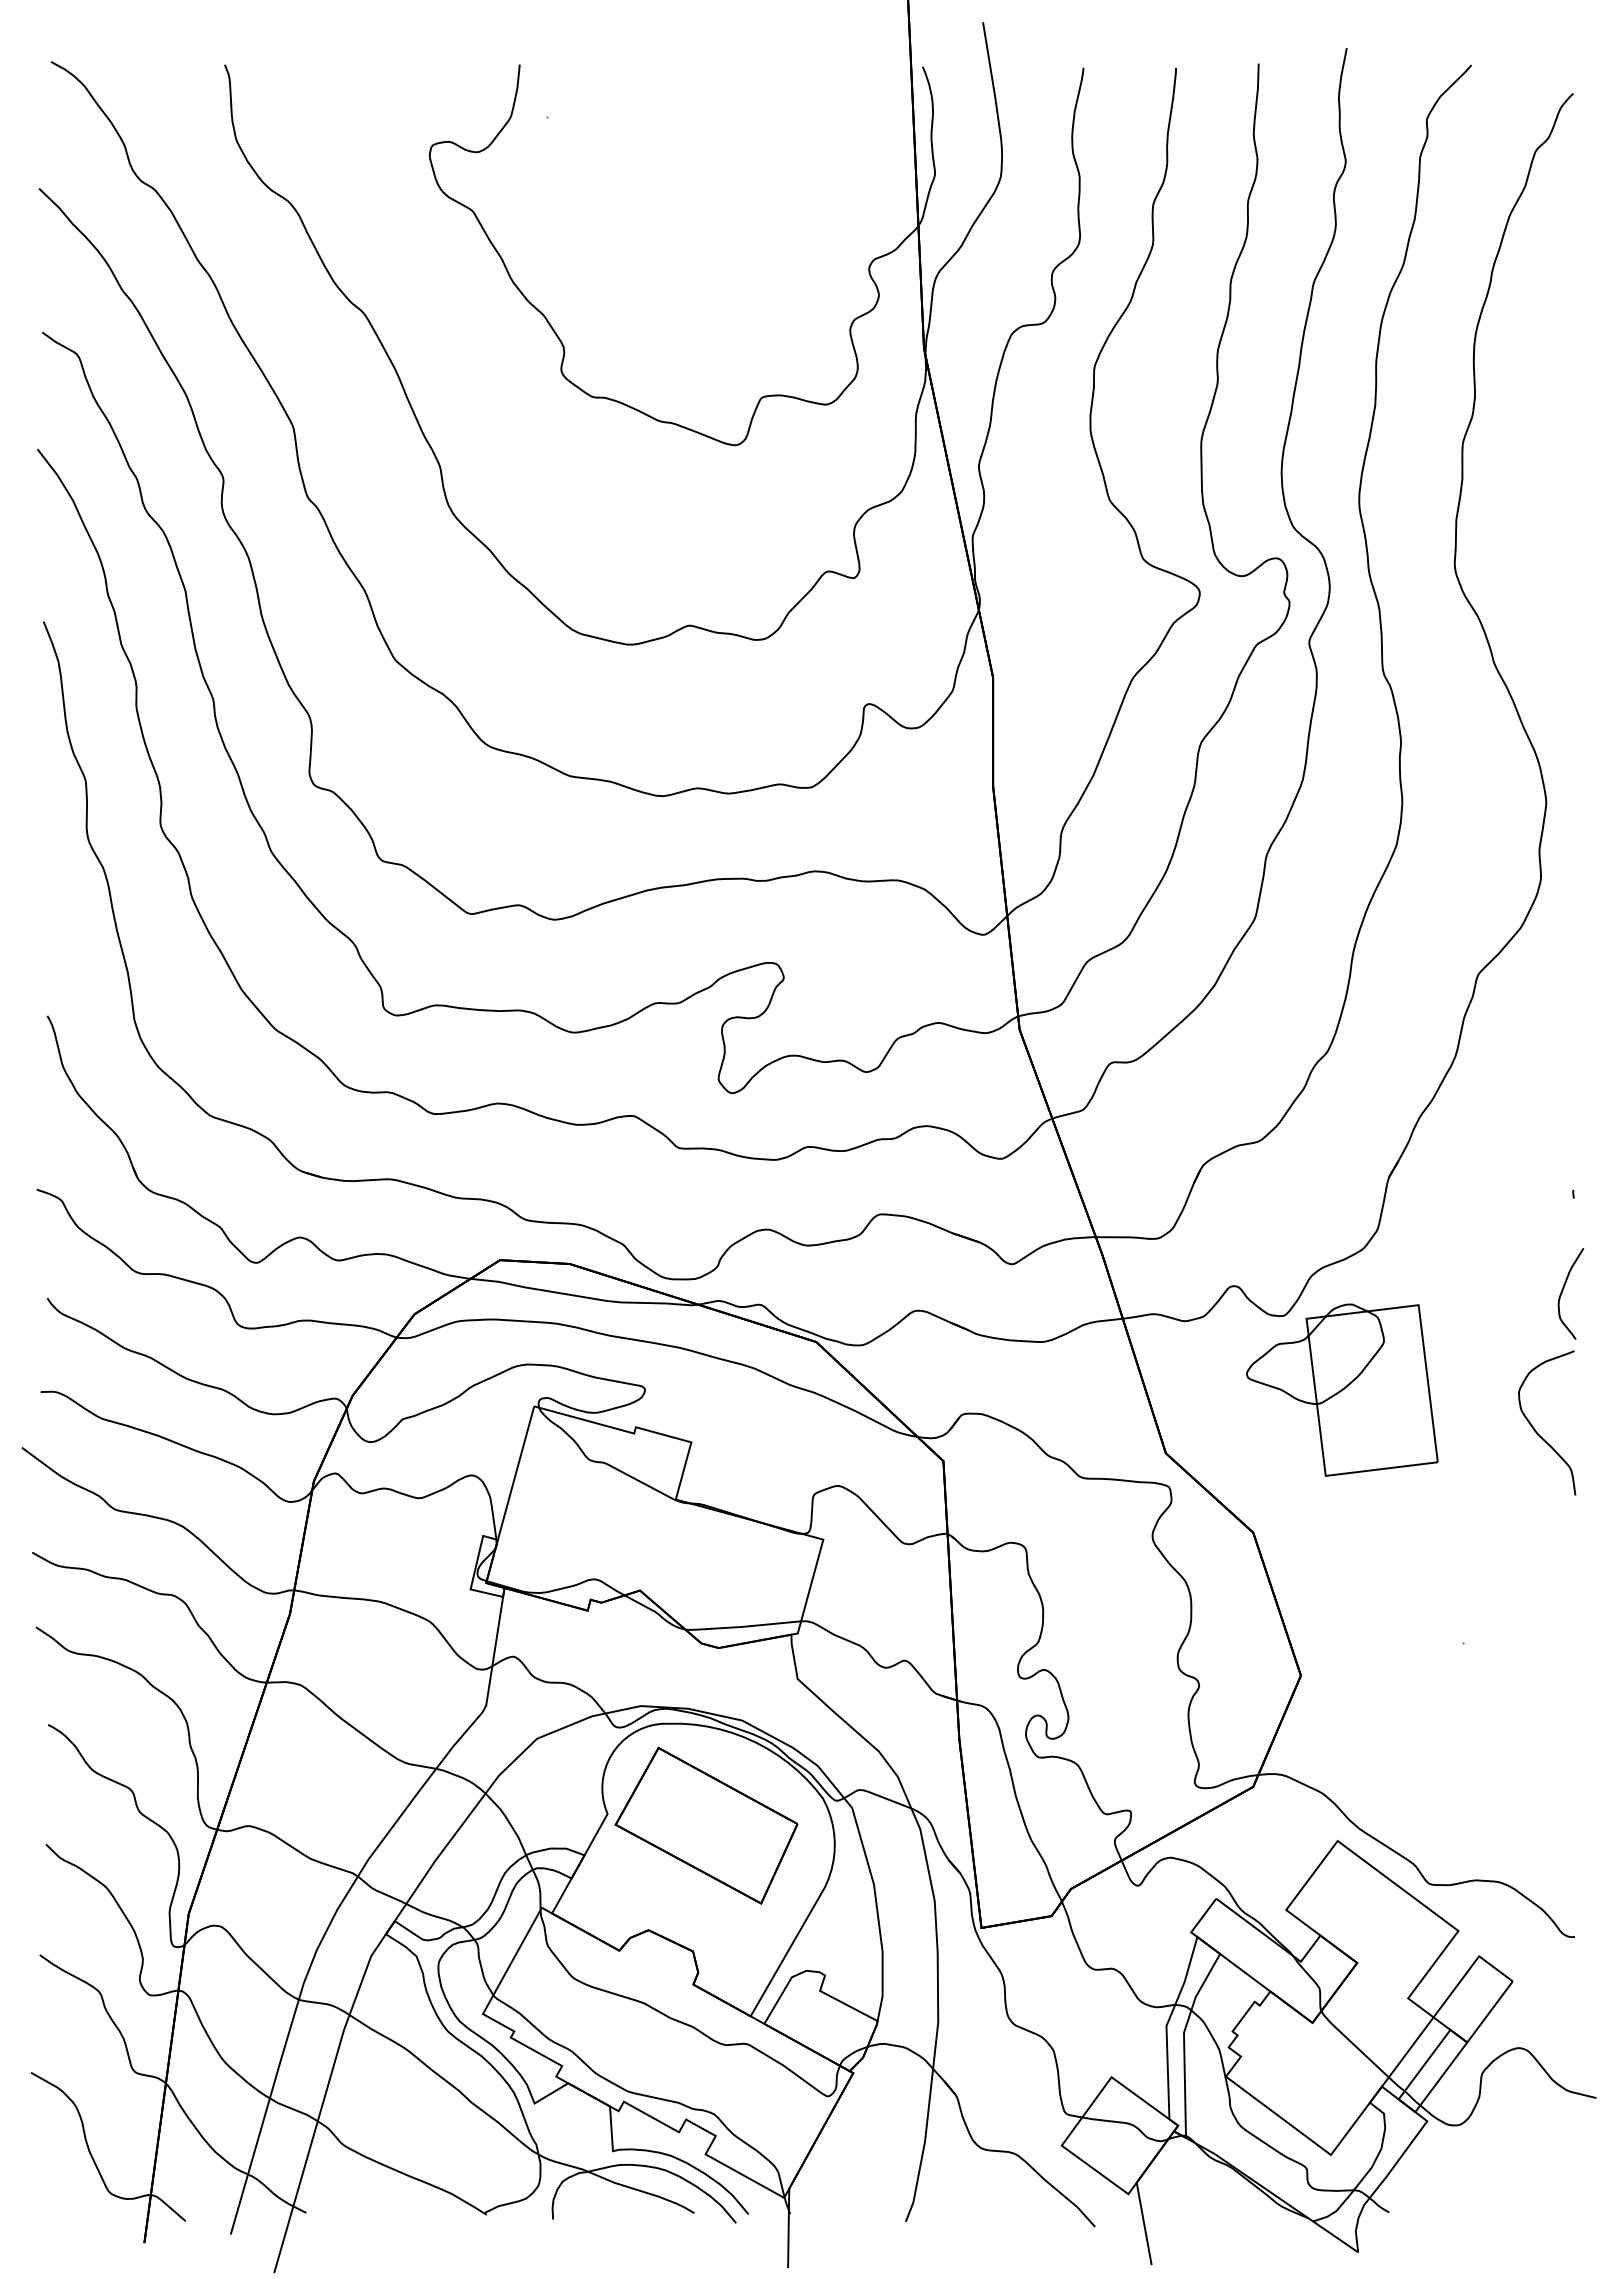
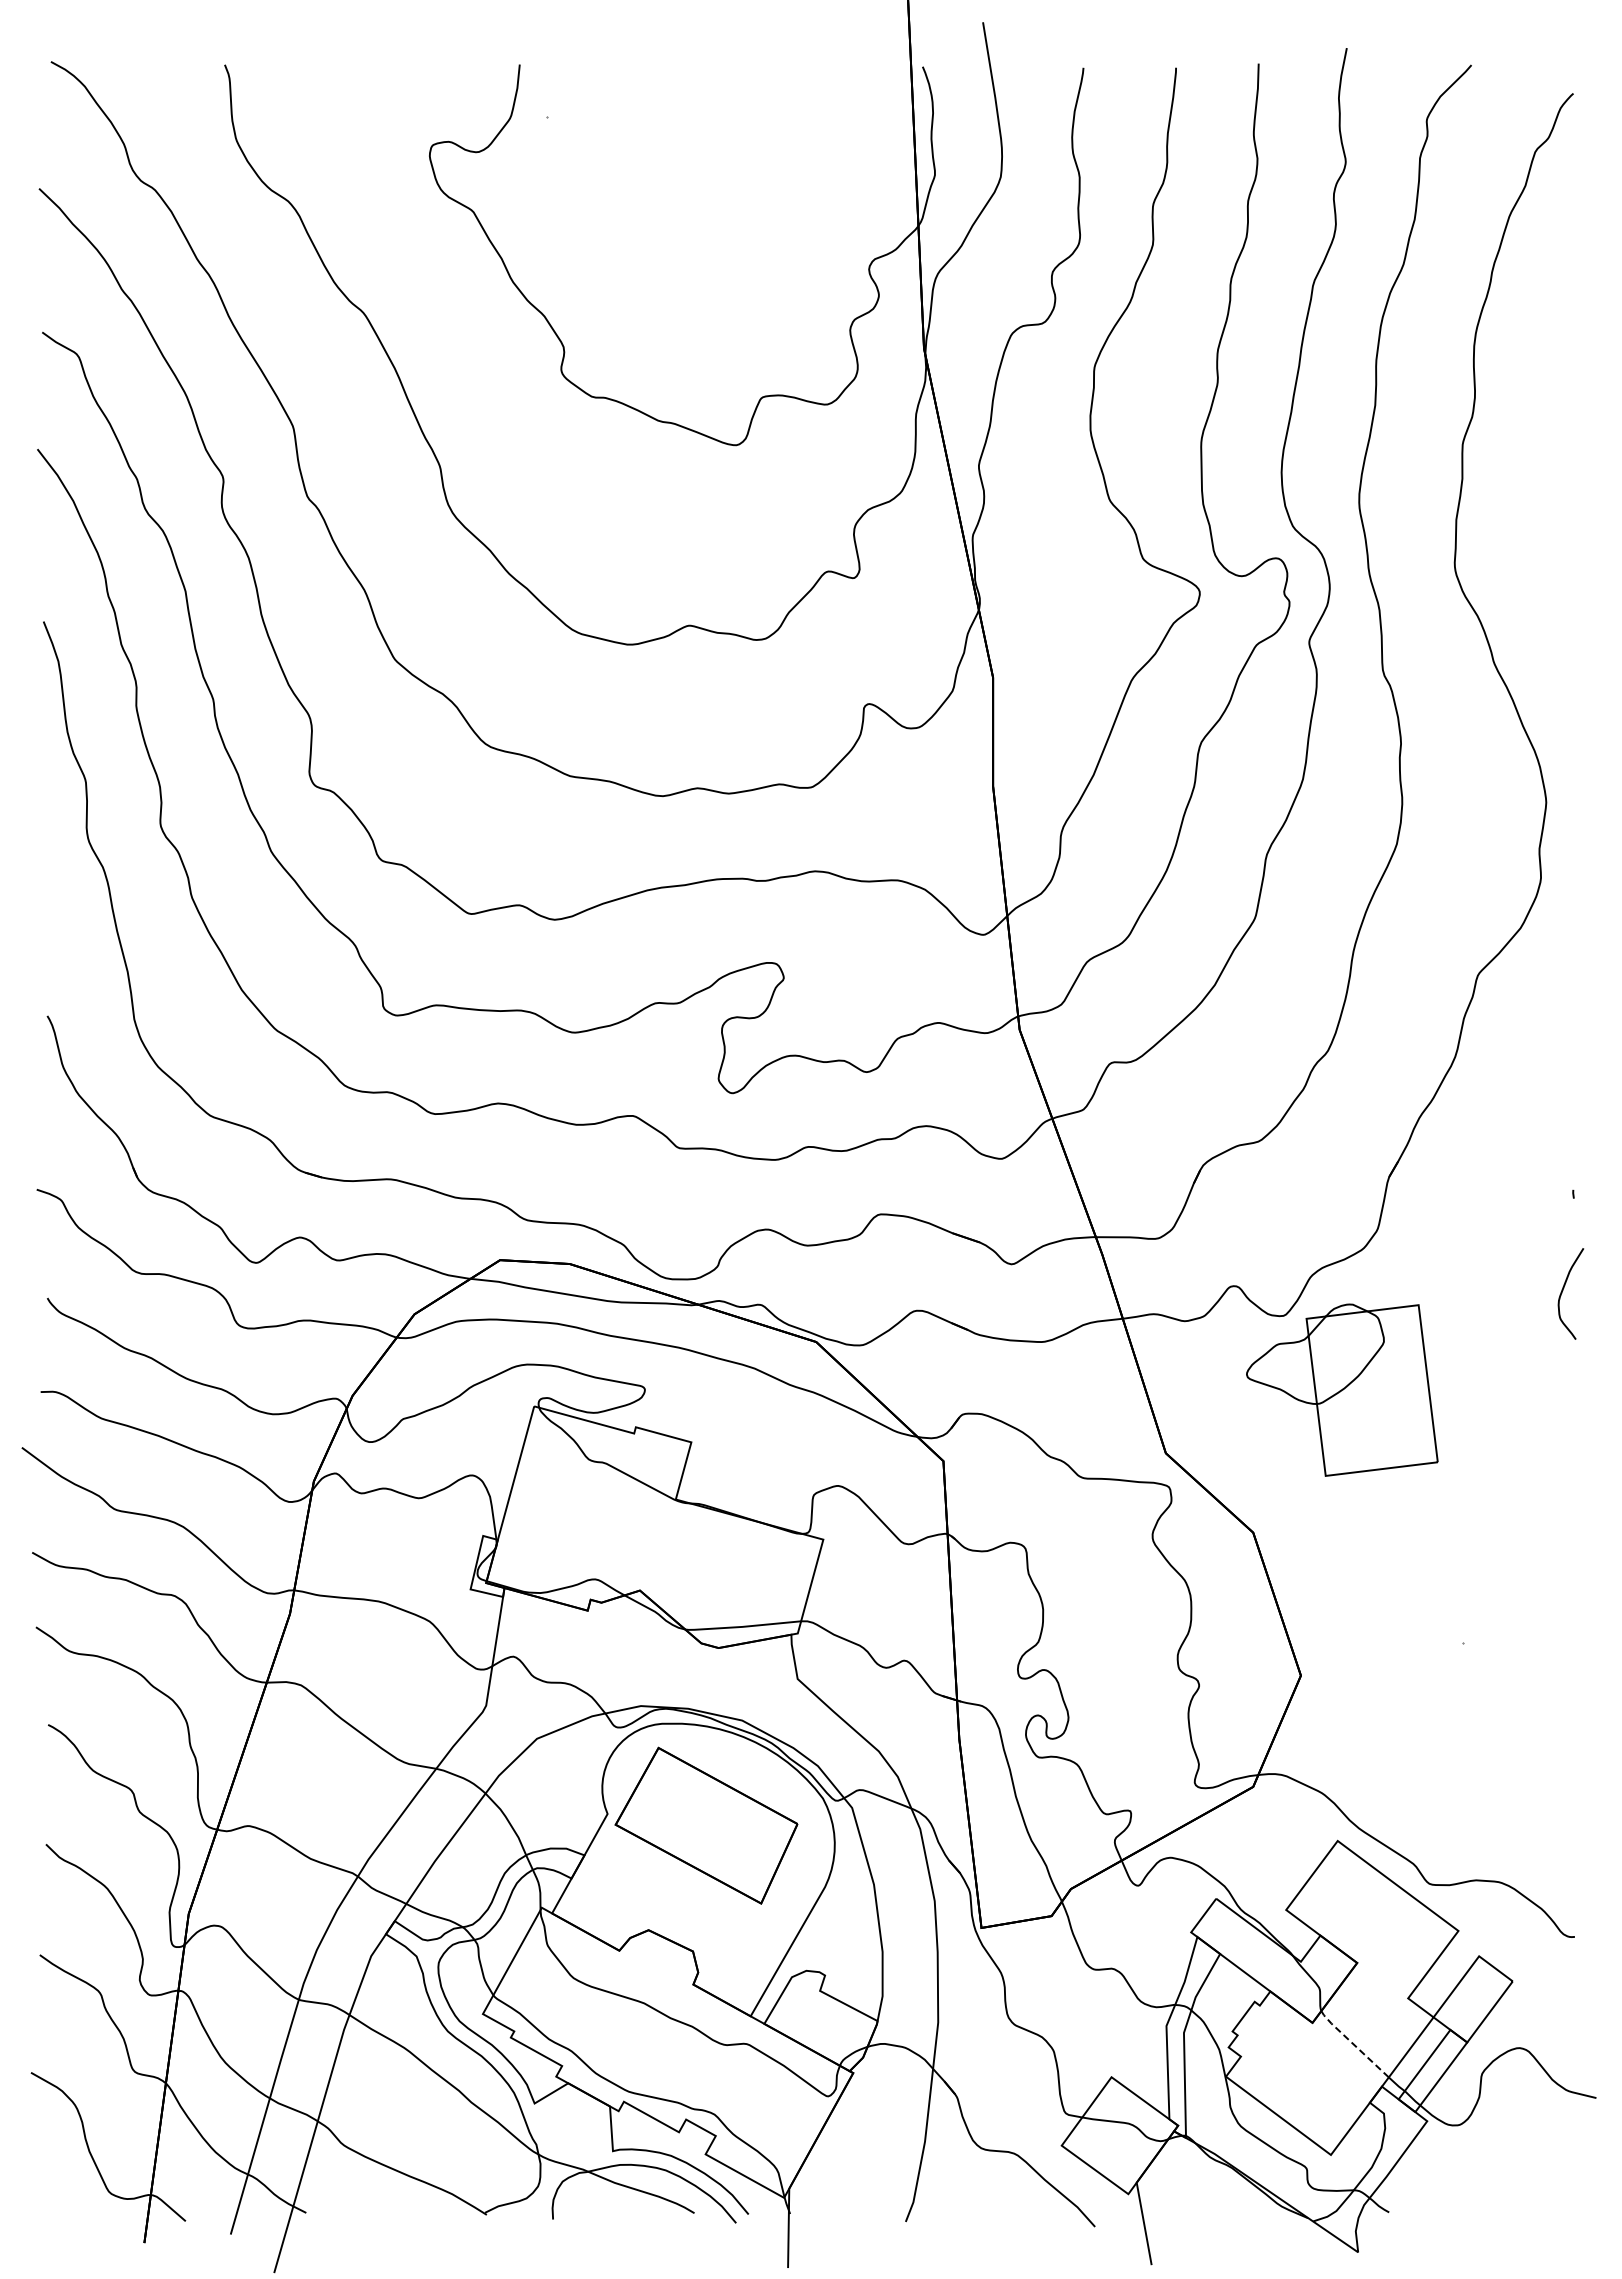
curve at (1536, 1430): present -> none
line at (1353, 2044): solid -> dashed
